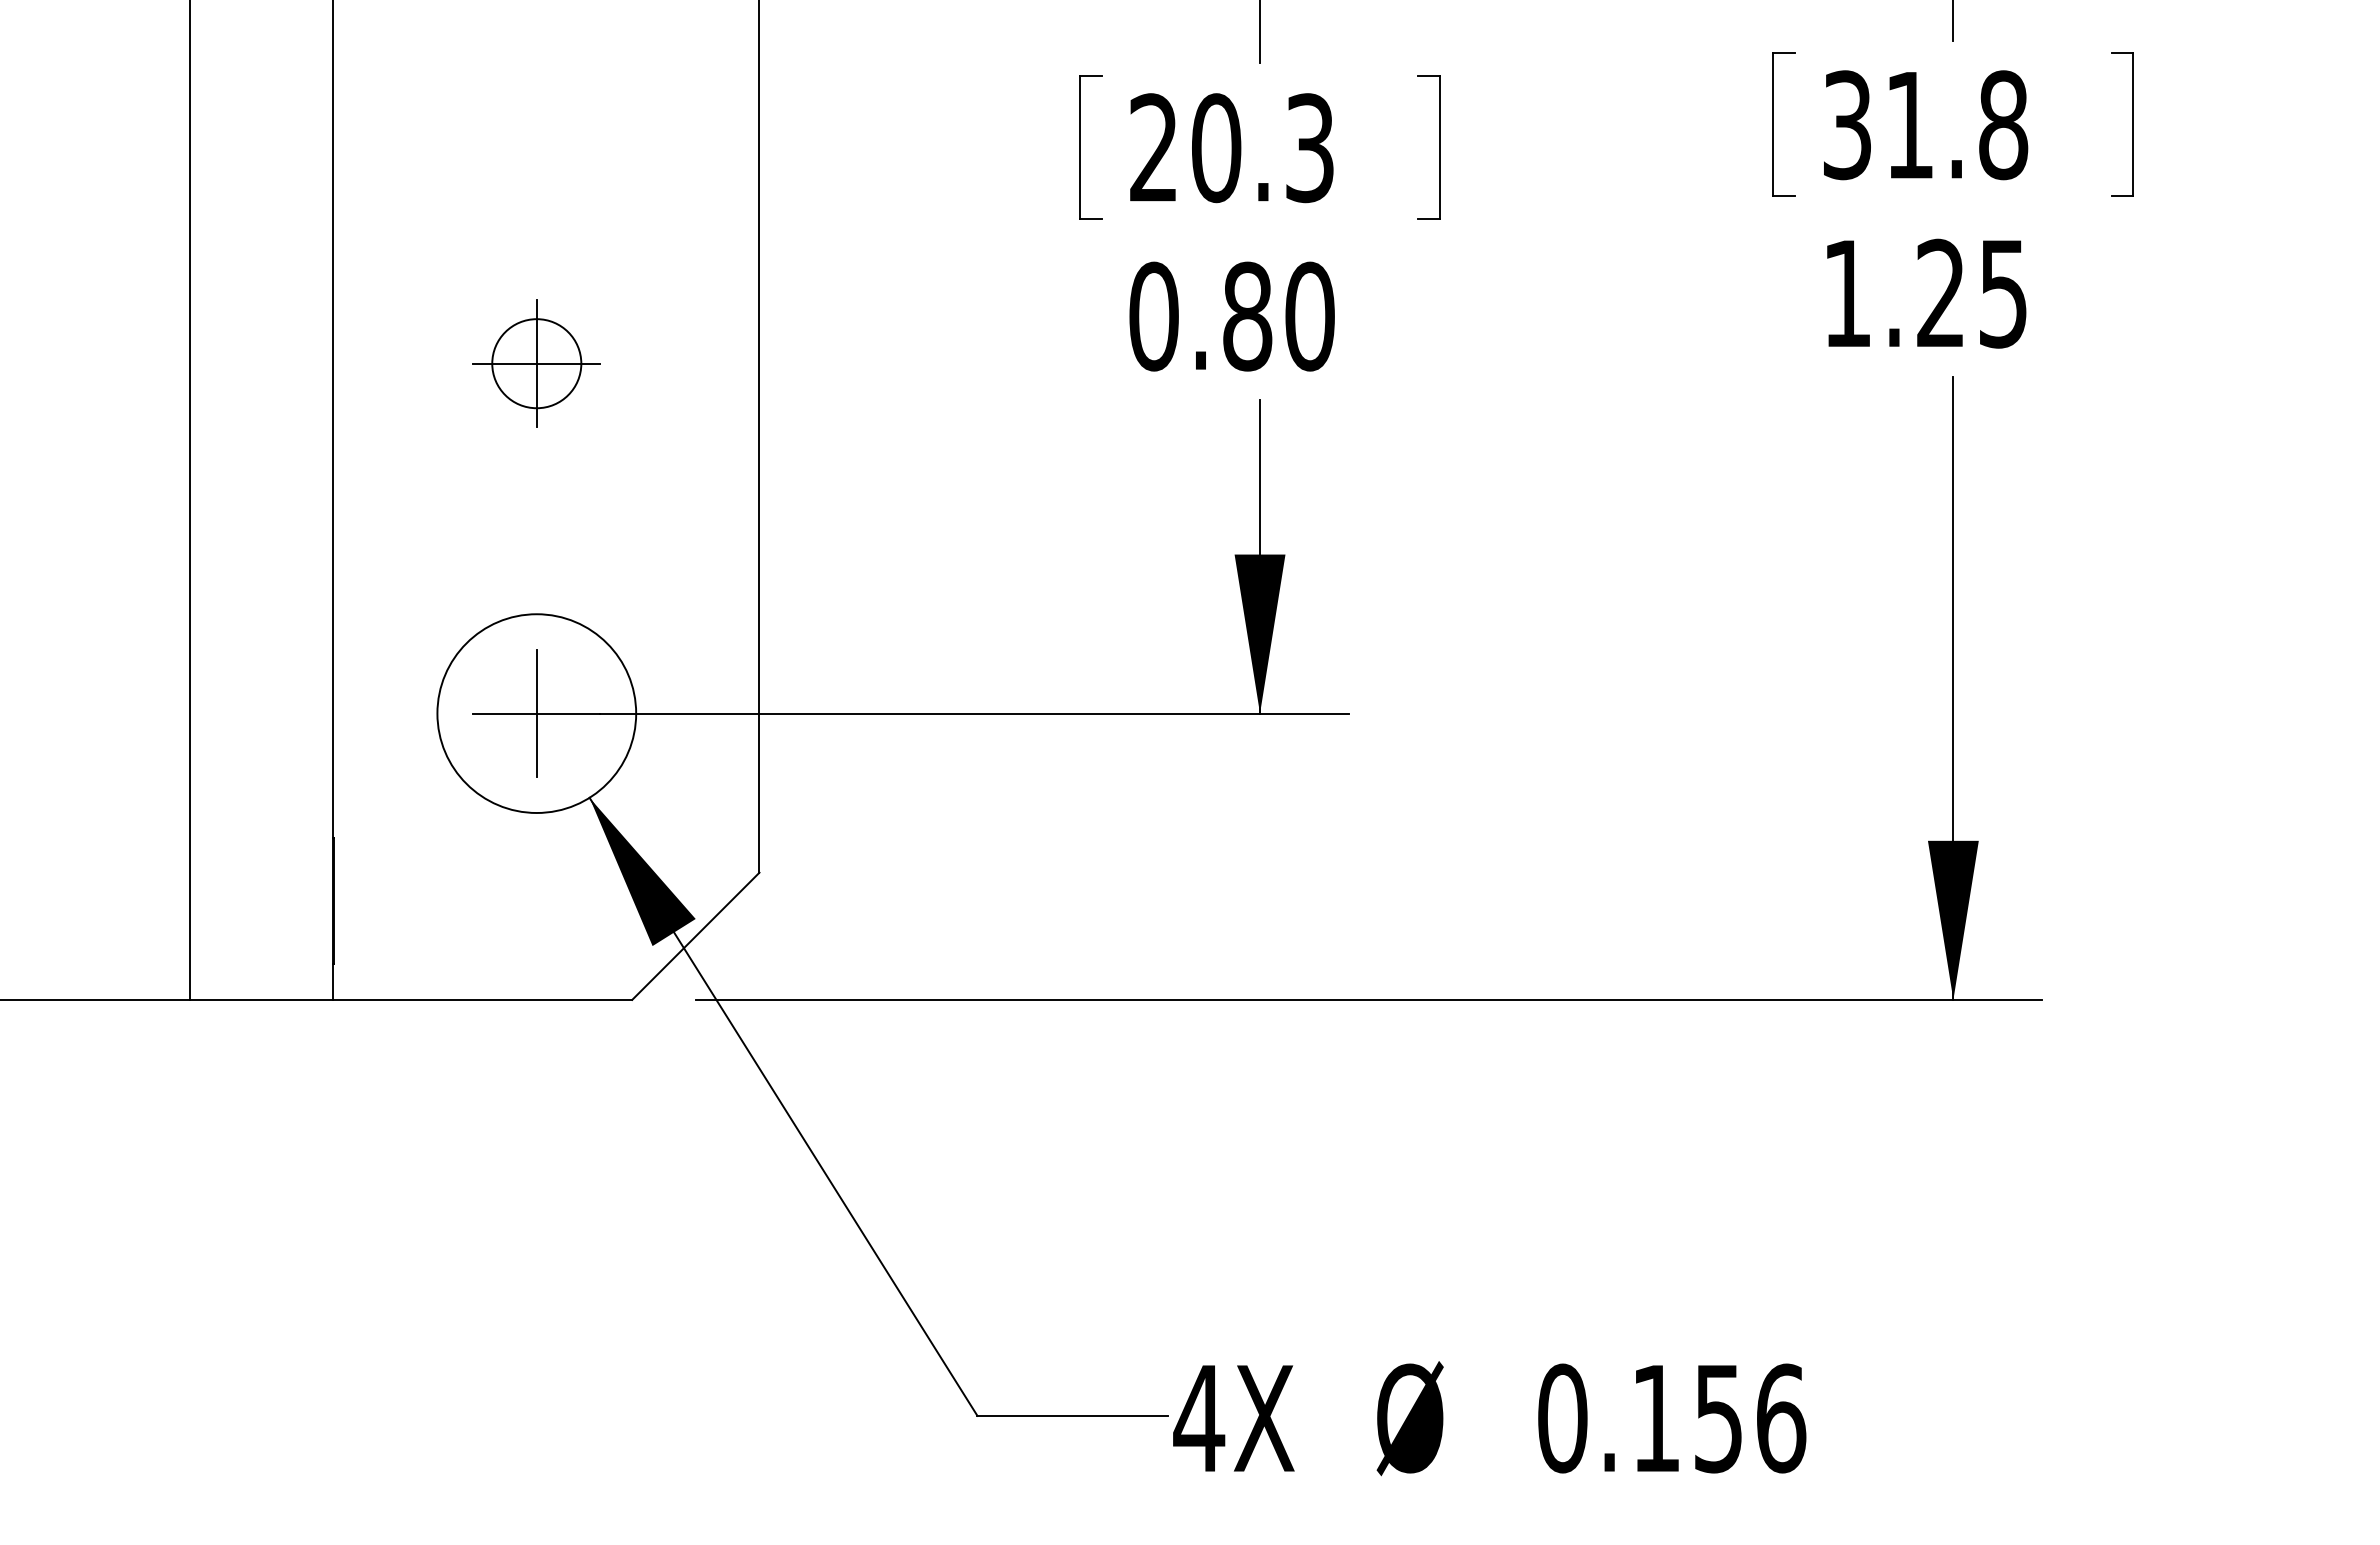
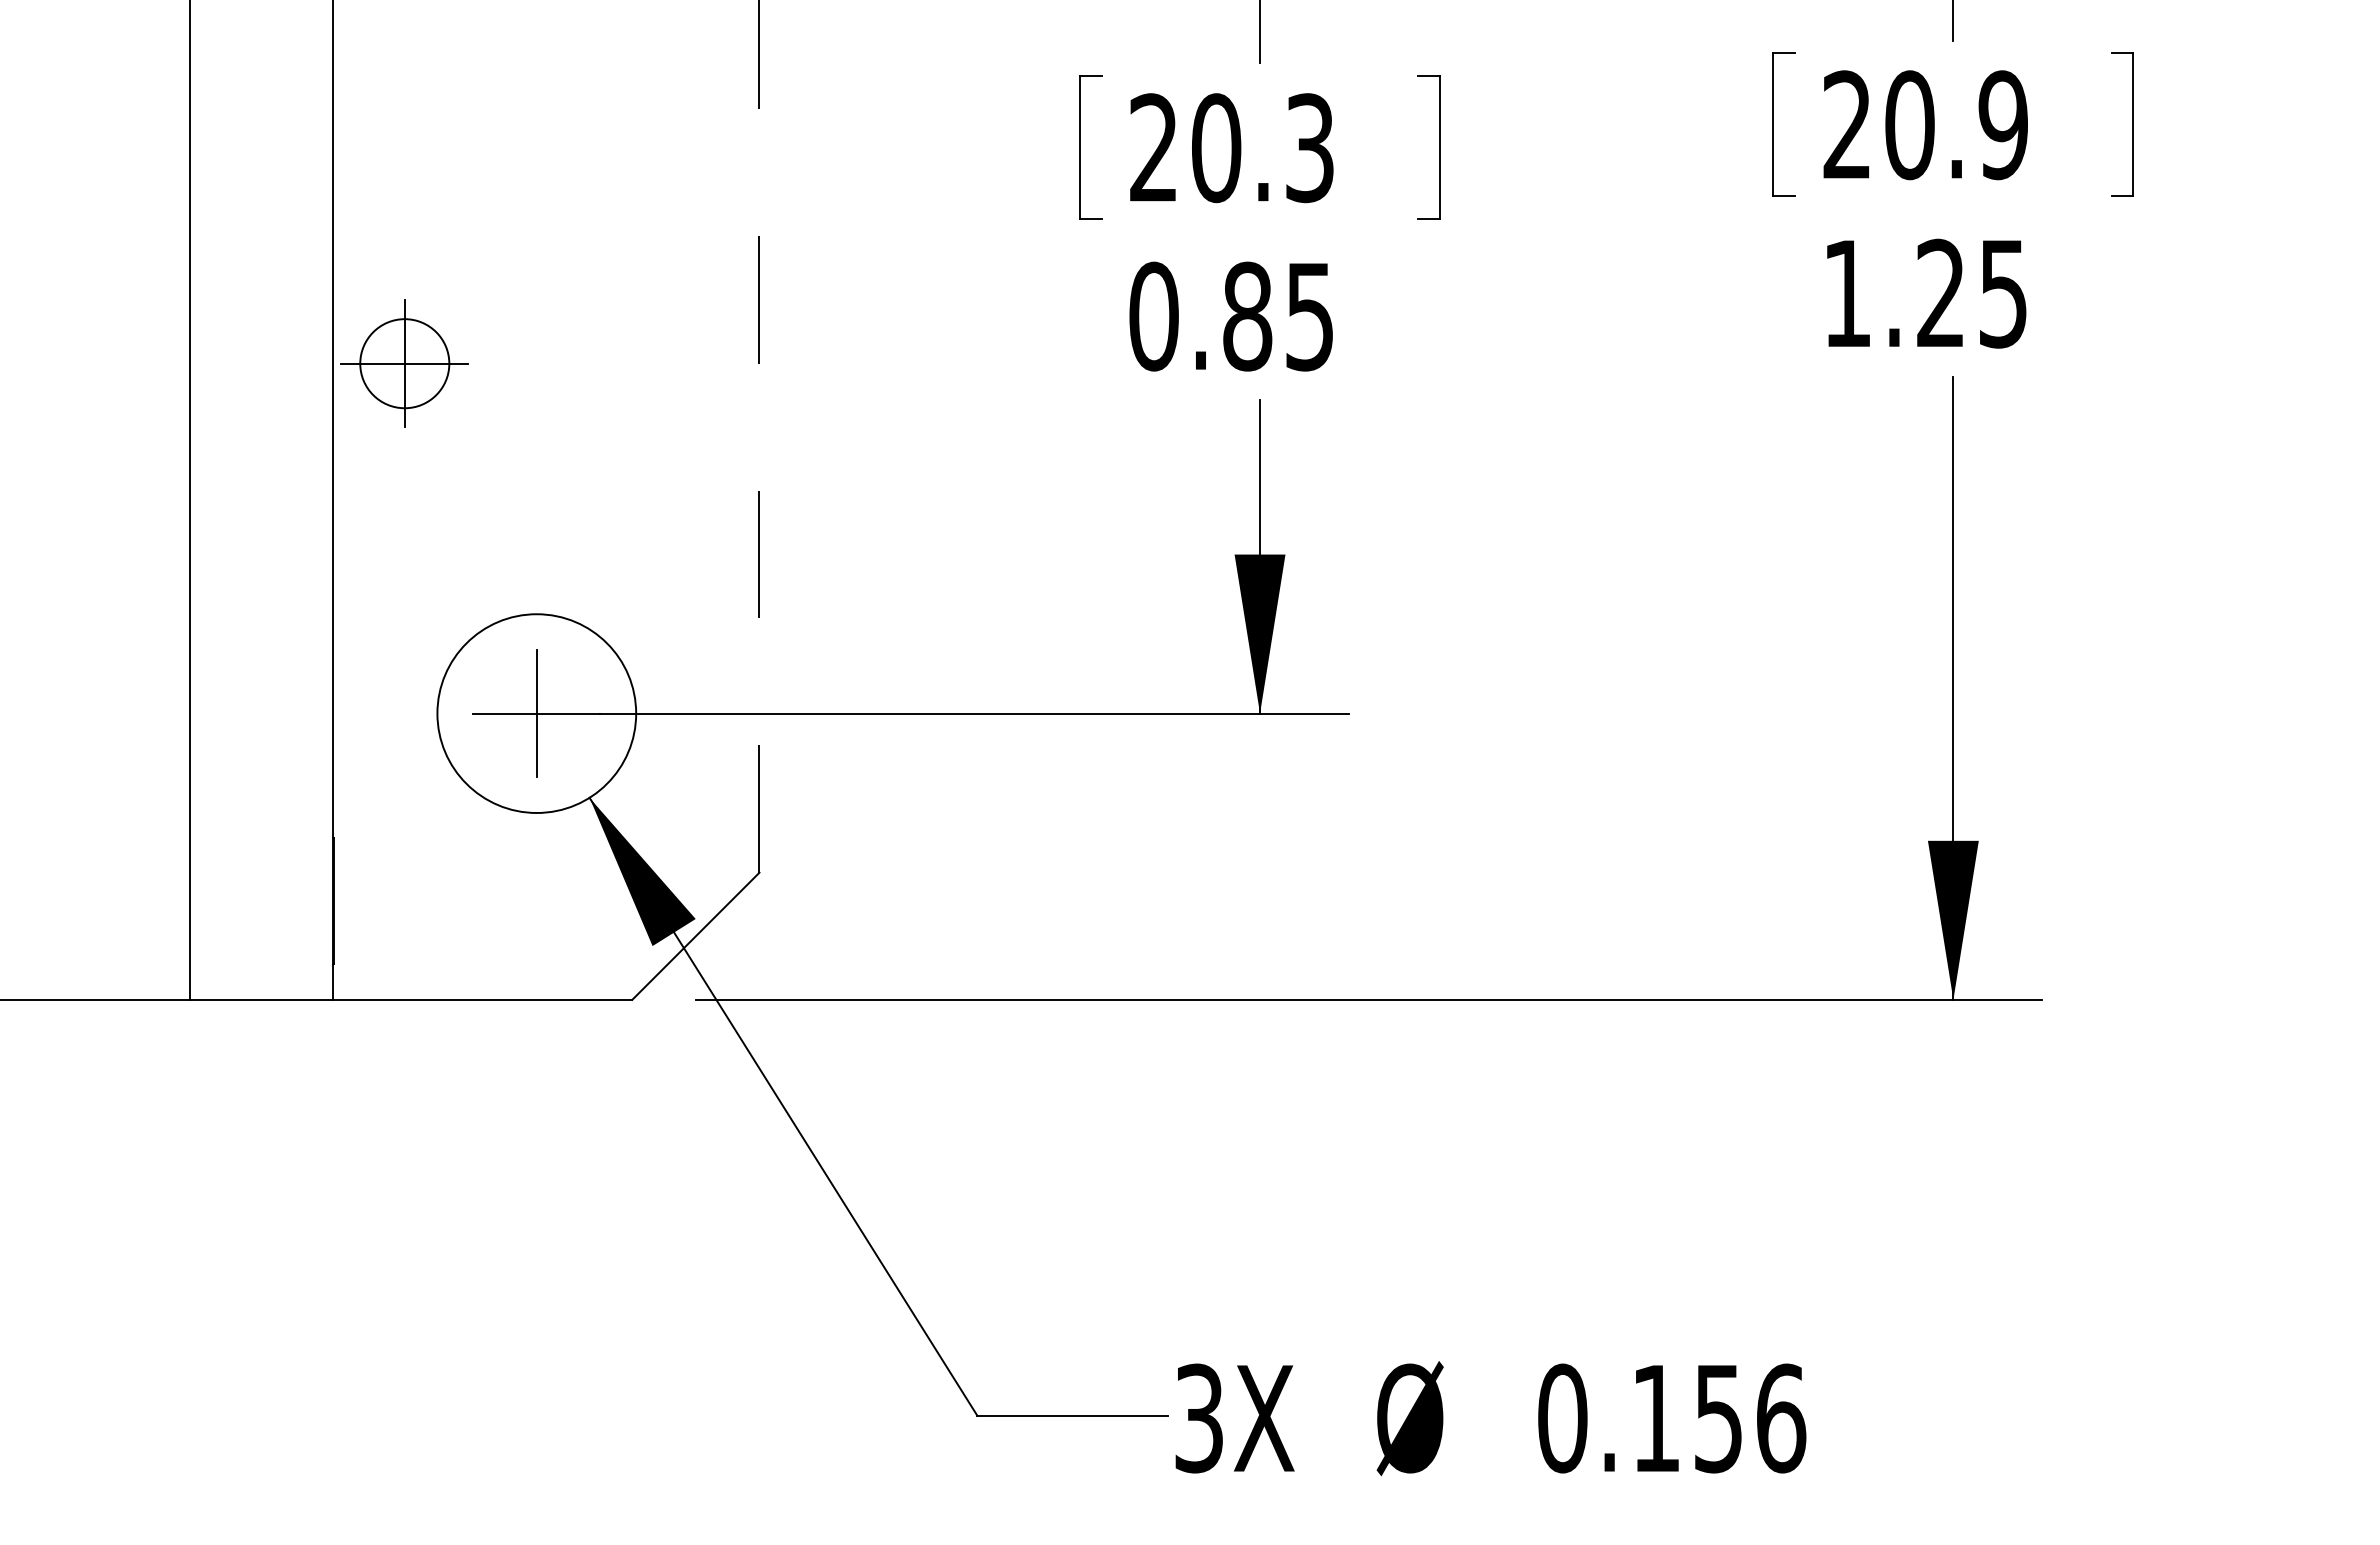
text at (1925, 125): 31.8 -> 20.9
text at (1309, 316): 0.80 -> 0.85
part at (536, 363) position: (536, 363) -> (404, 363)
line at (759, 435): solid -> dashed
text at (1199, 1418): 4X -> 3X
